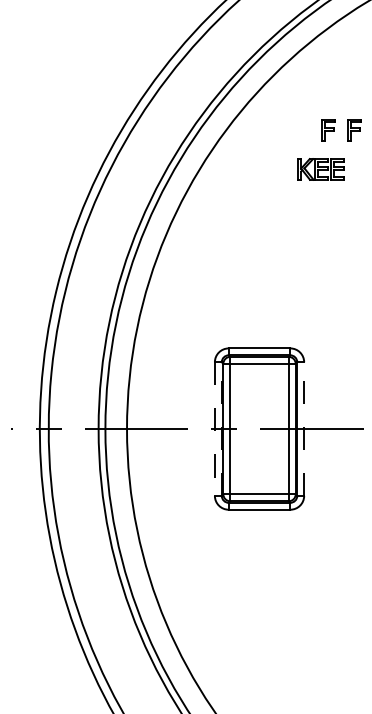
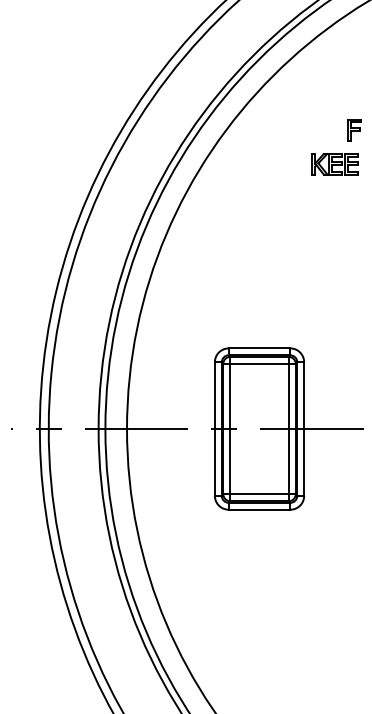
part at (328, 130): present -> none
part at (320, 169) position: (320, 169) -> (334, 164)
line at (214, 429): dashed -> solid
line at (221, 429): dashed -> solid
line at (304, 429): dashed -> solid
